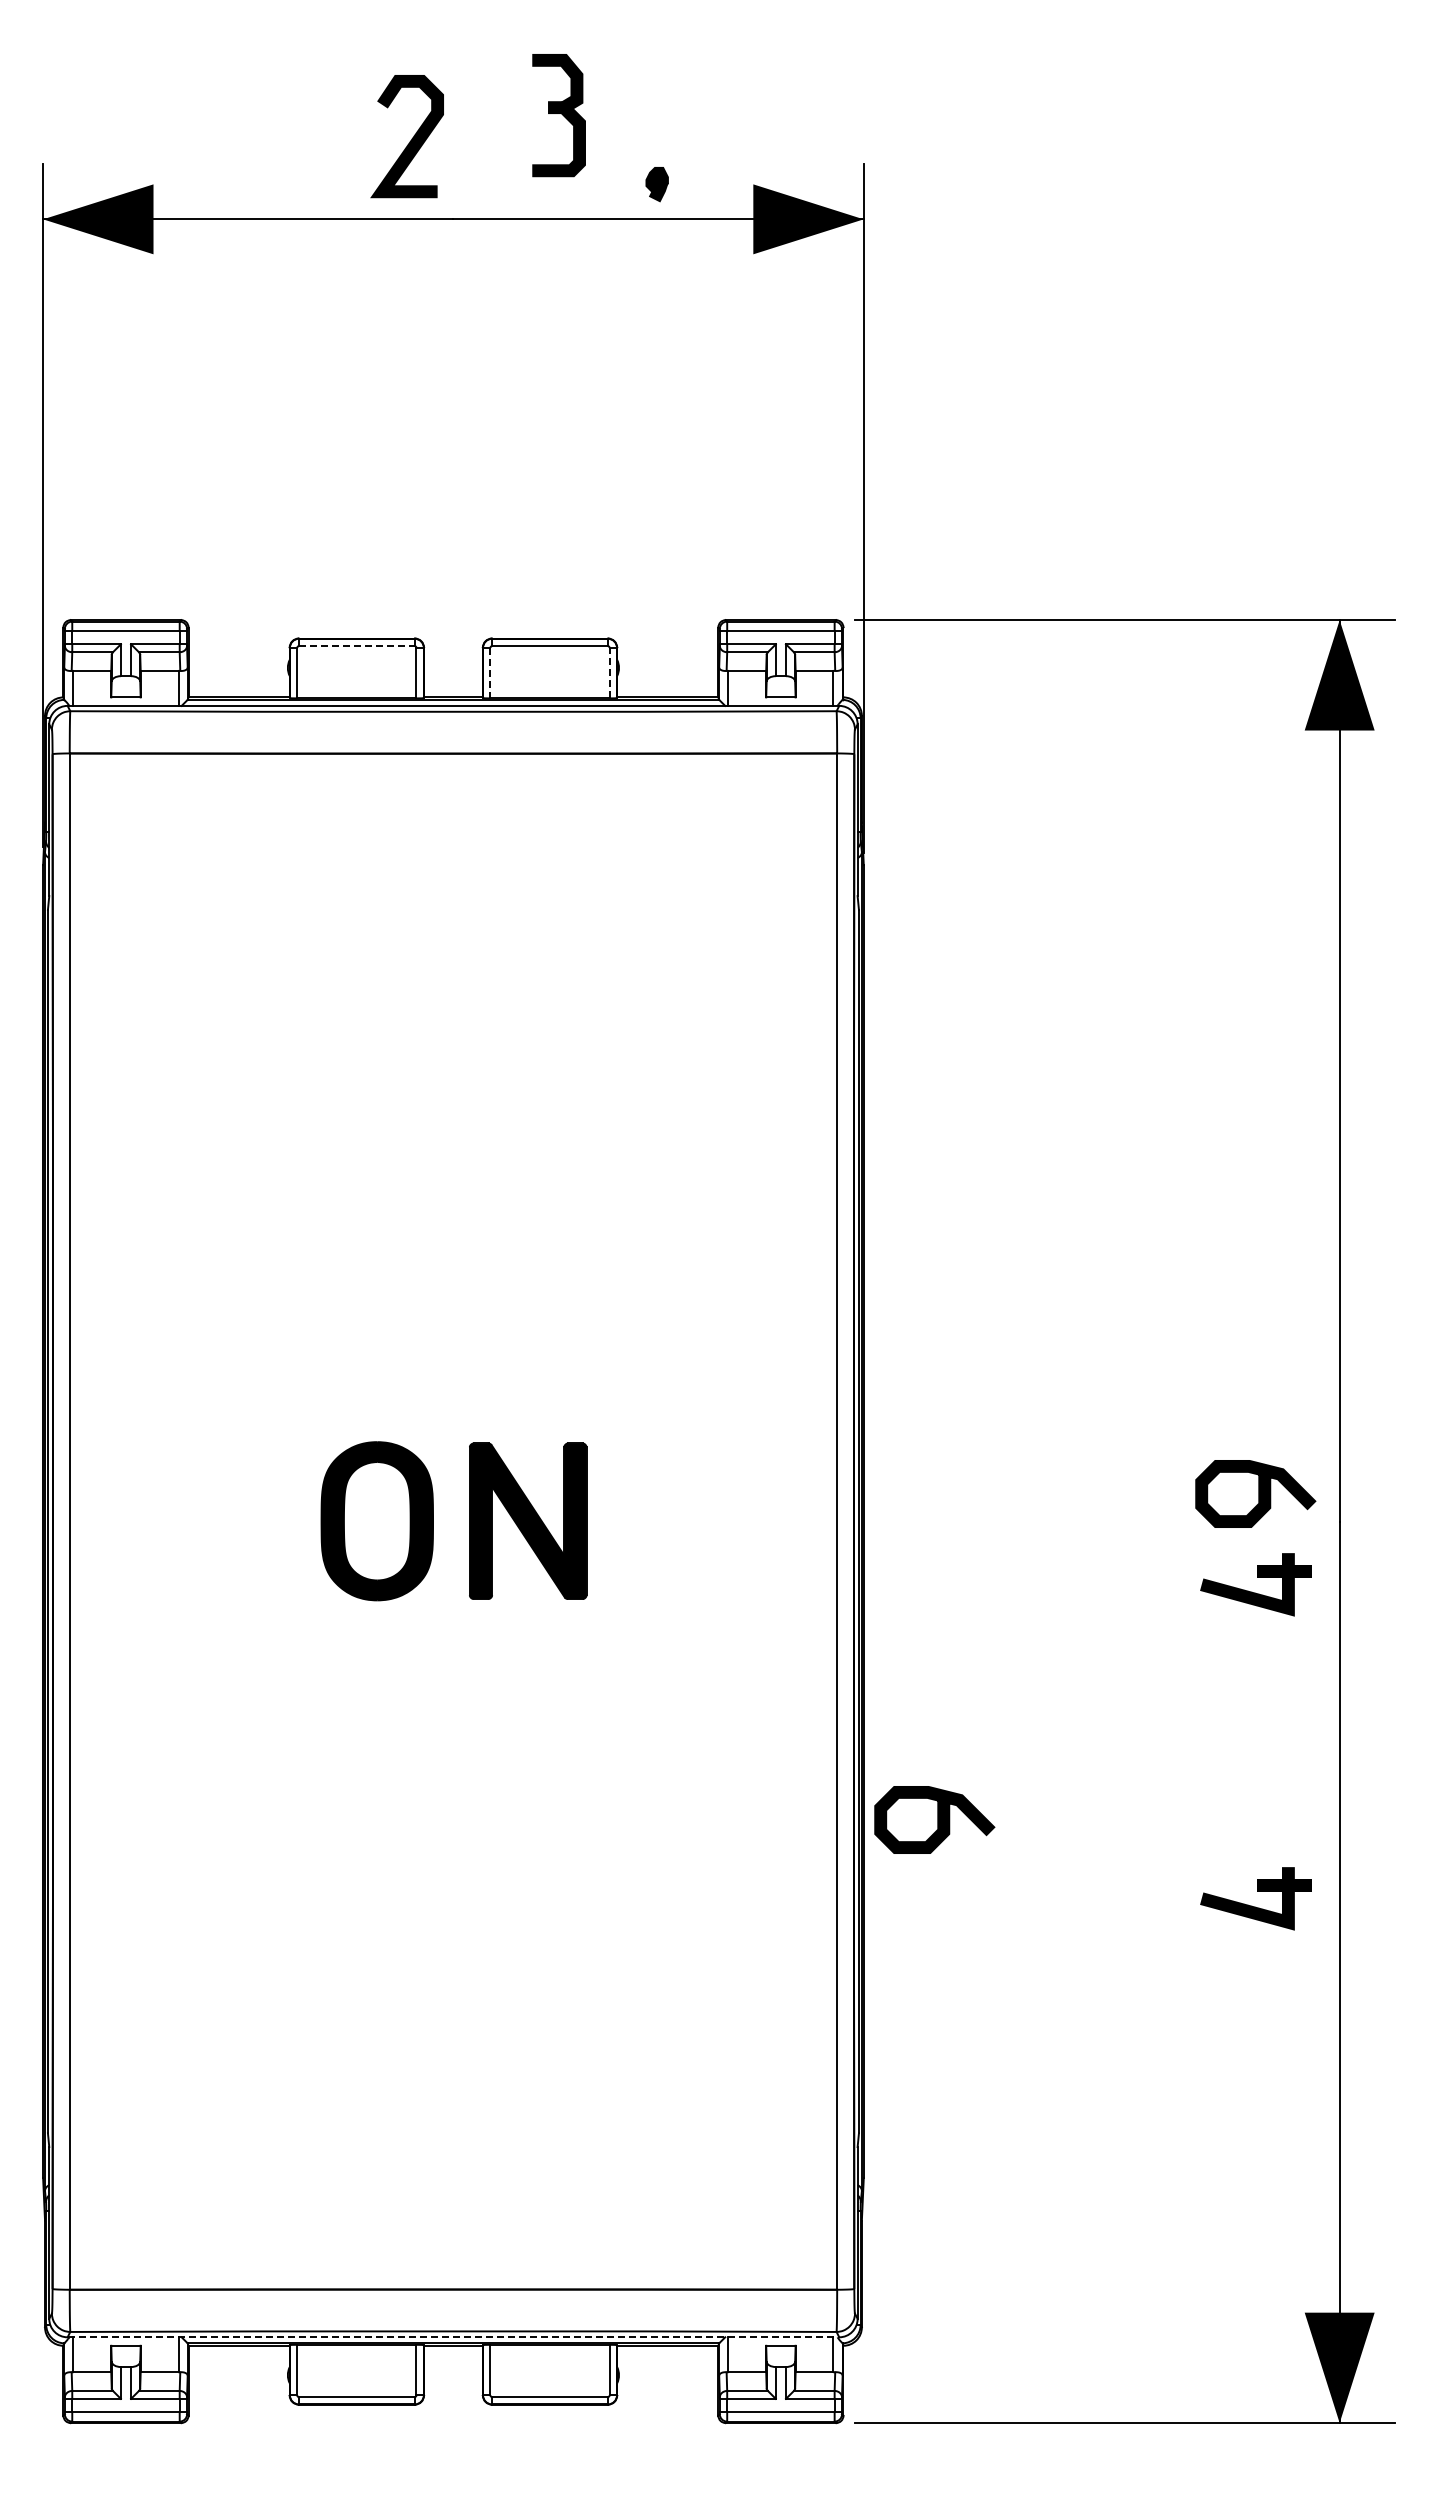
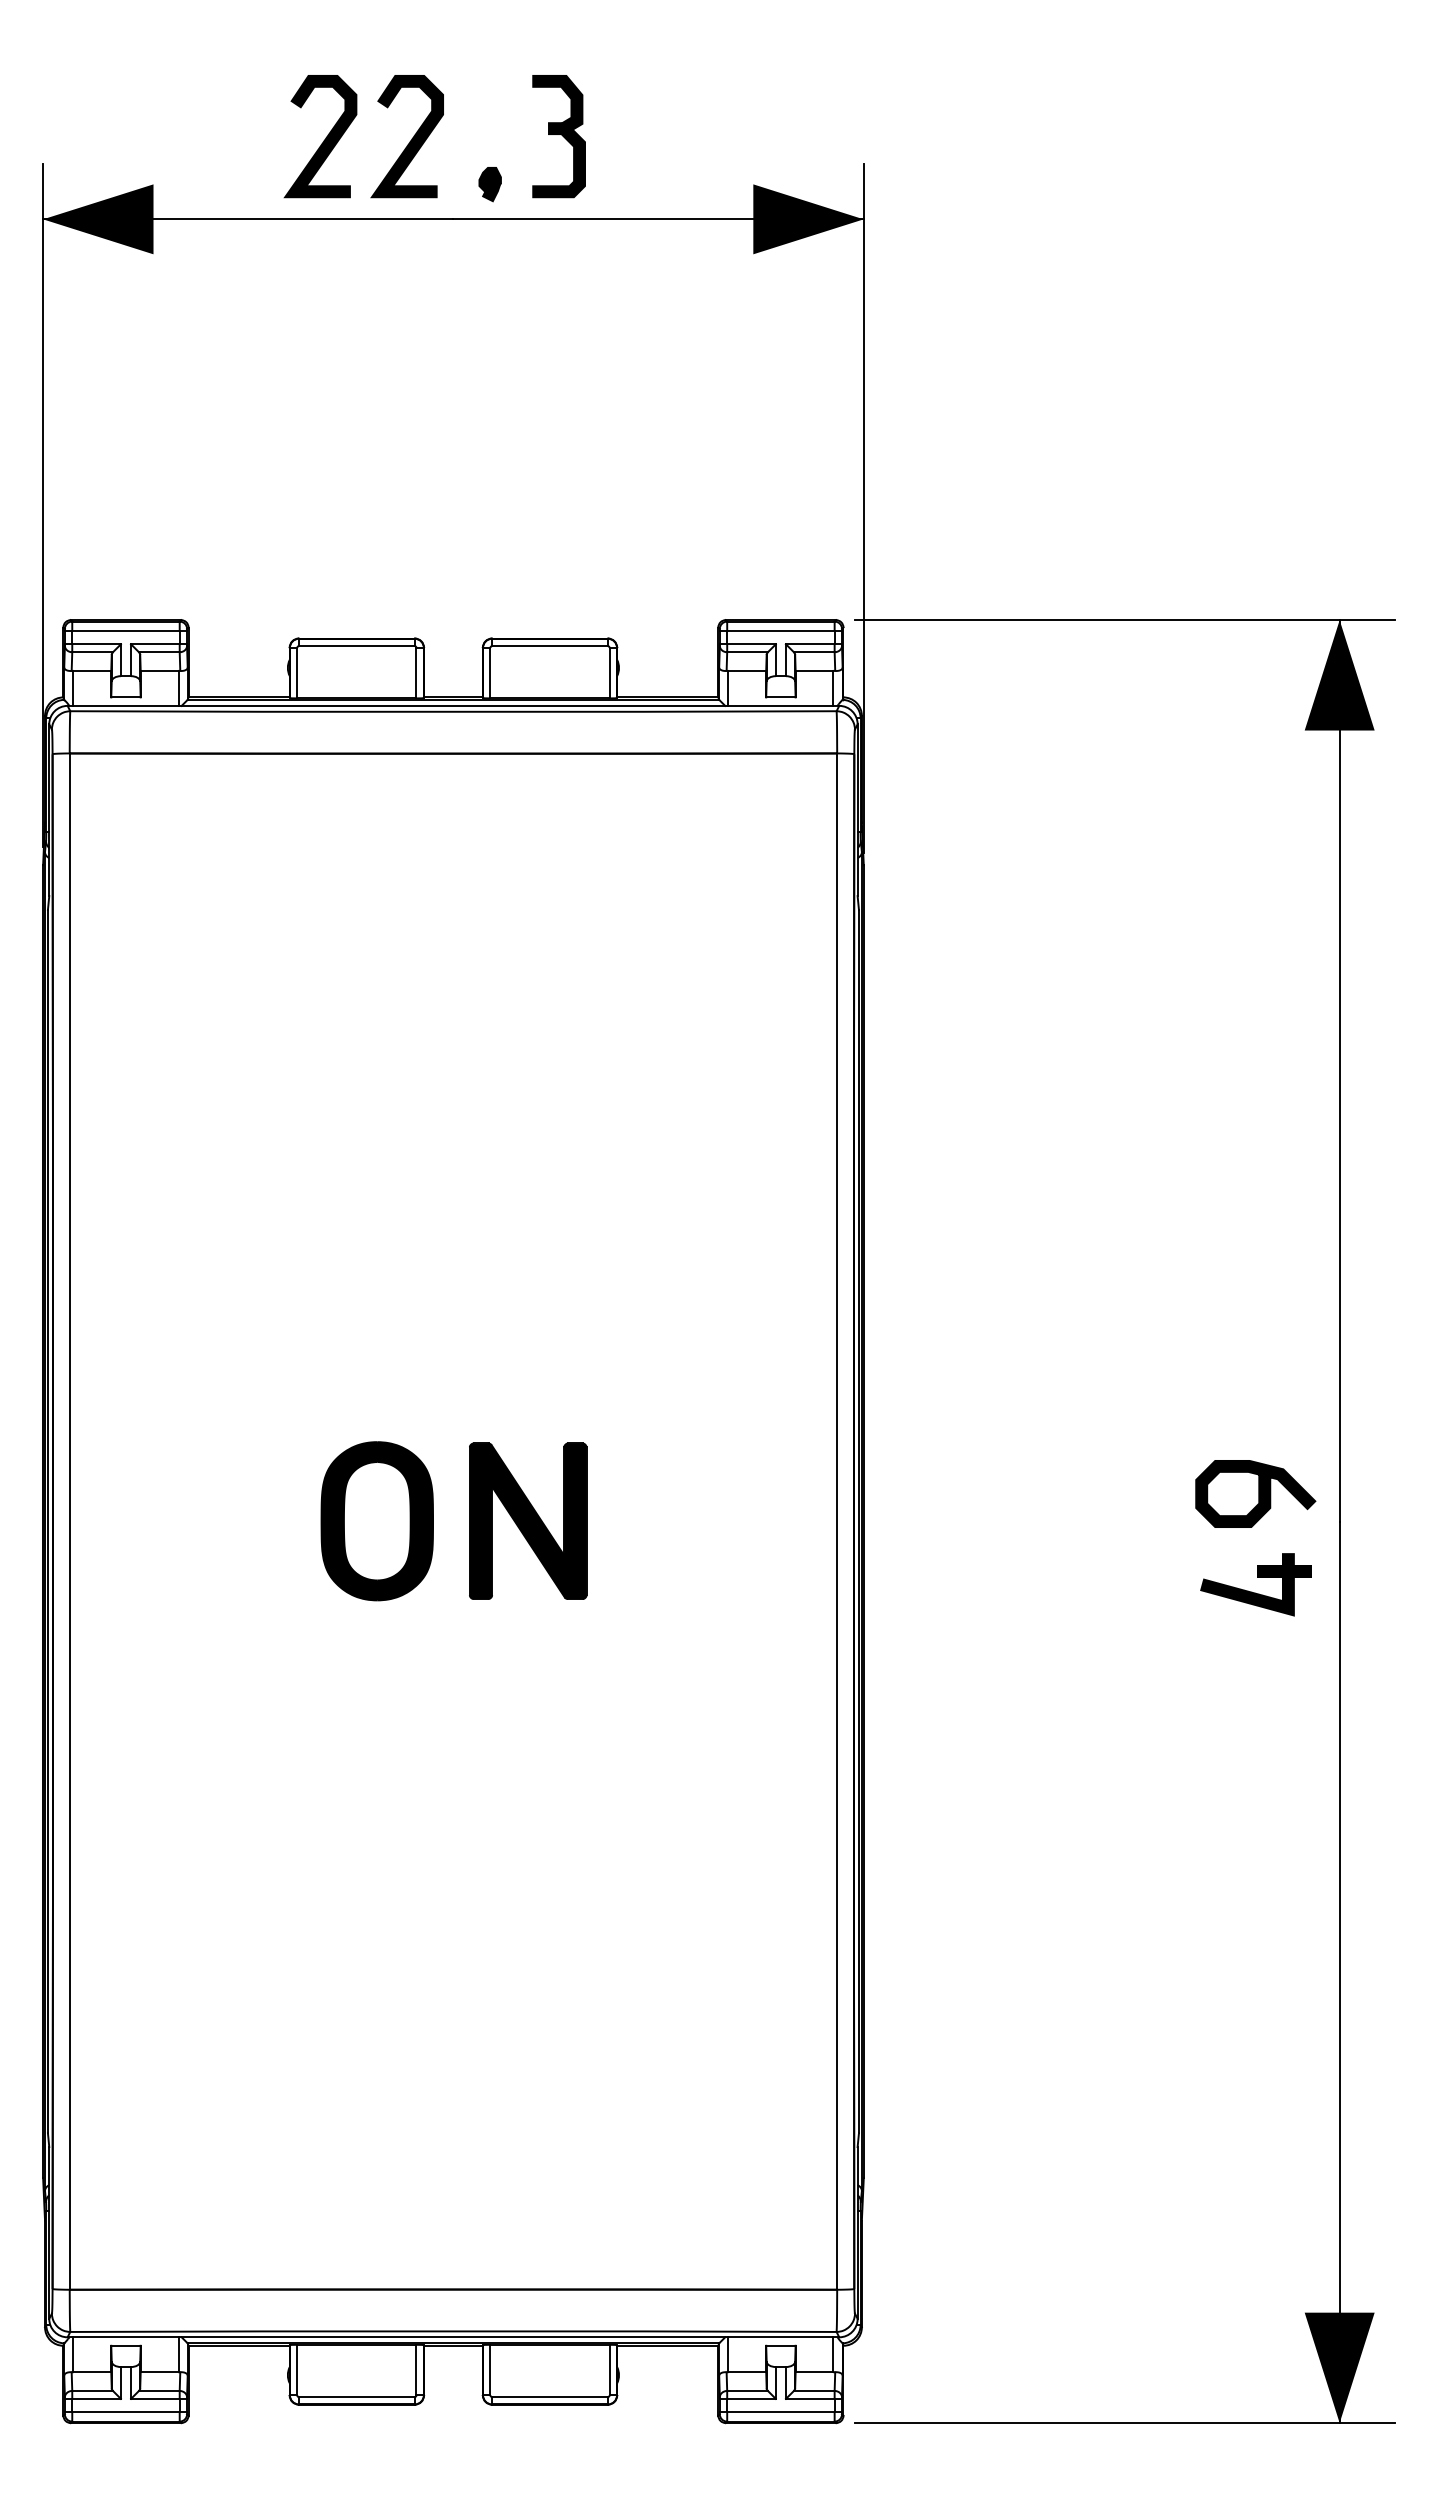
part at (558, 115) position: (558, 115) -> (558, 136)
curve at (324, 139): none -> present
part at (656, 184) position: (656, 184) -> (489, 184)
line at (356, 646): dashed -> solid
line at (609, 672): dashed -> solid
line at (490, 673): dashed -> solid
curve at (937, 1819): present -> none
part at (1257, 1891): present -> none
line at (453, 2337): dashed -> solid
